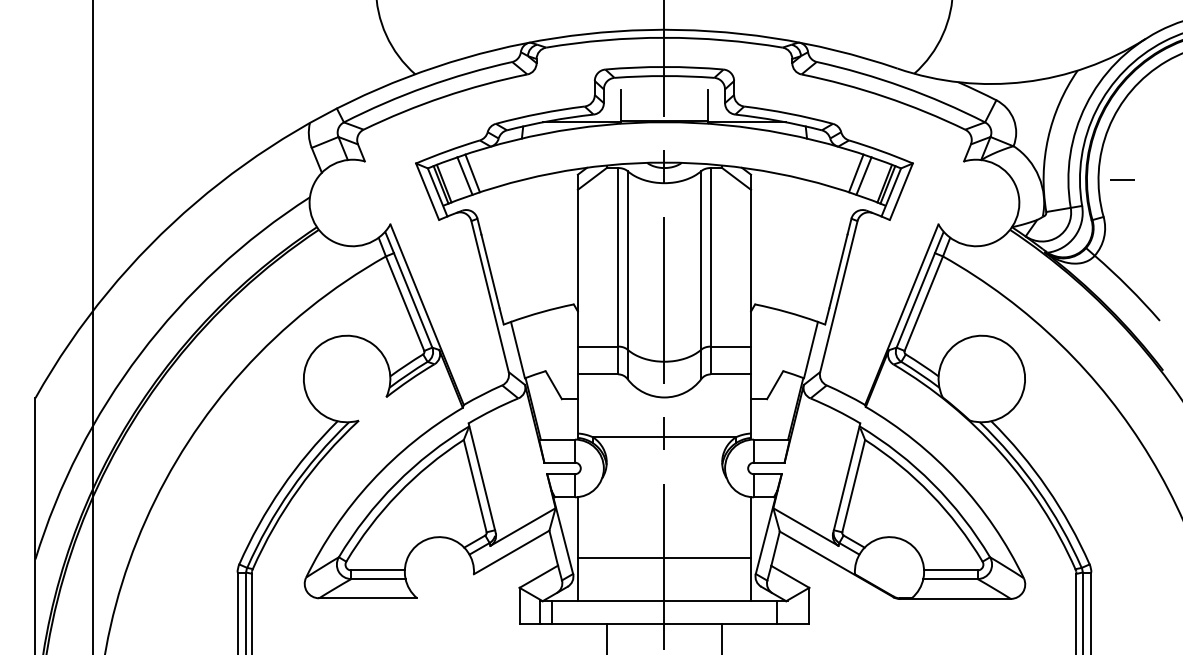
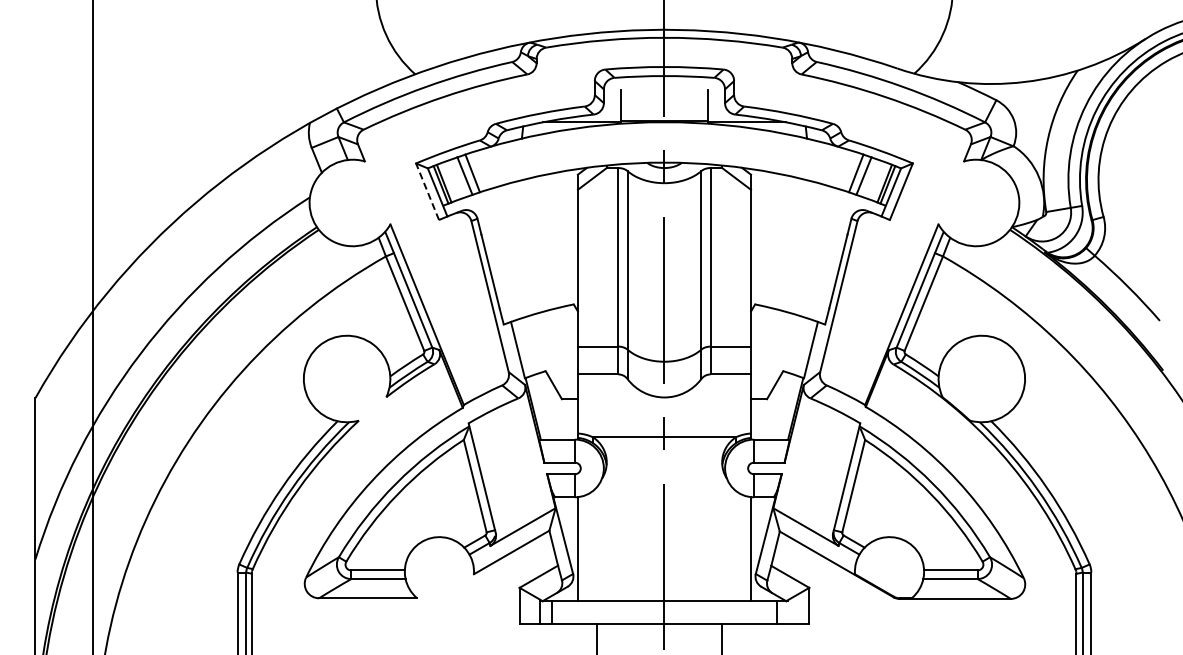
line at (1122, 179): present -> none
line at (427, 191): solid -> dashed
line at (664, 558): present -> none
line at (606, 637) position: (606, 637) -> (596, 637)
